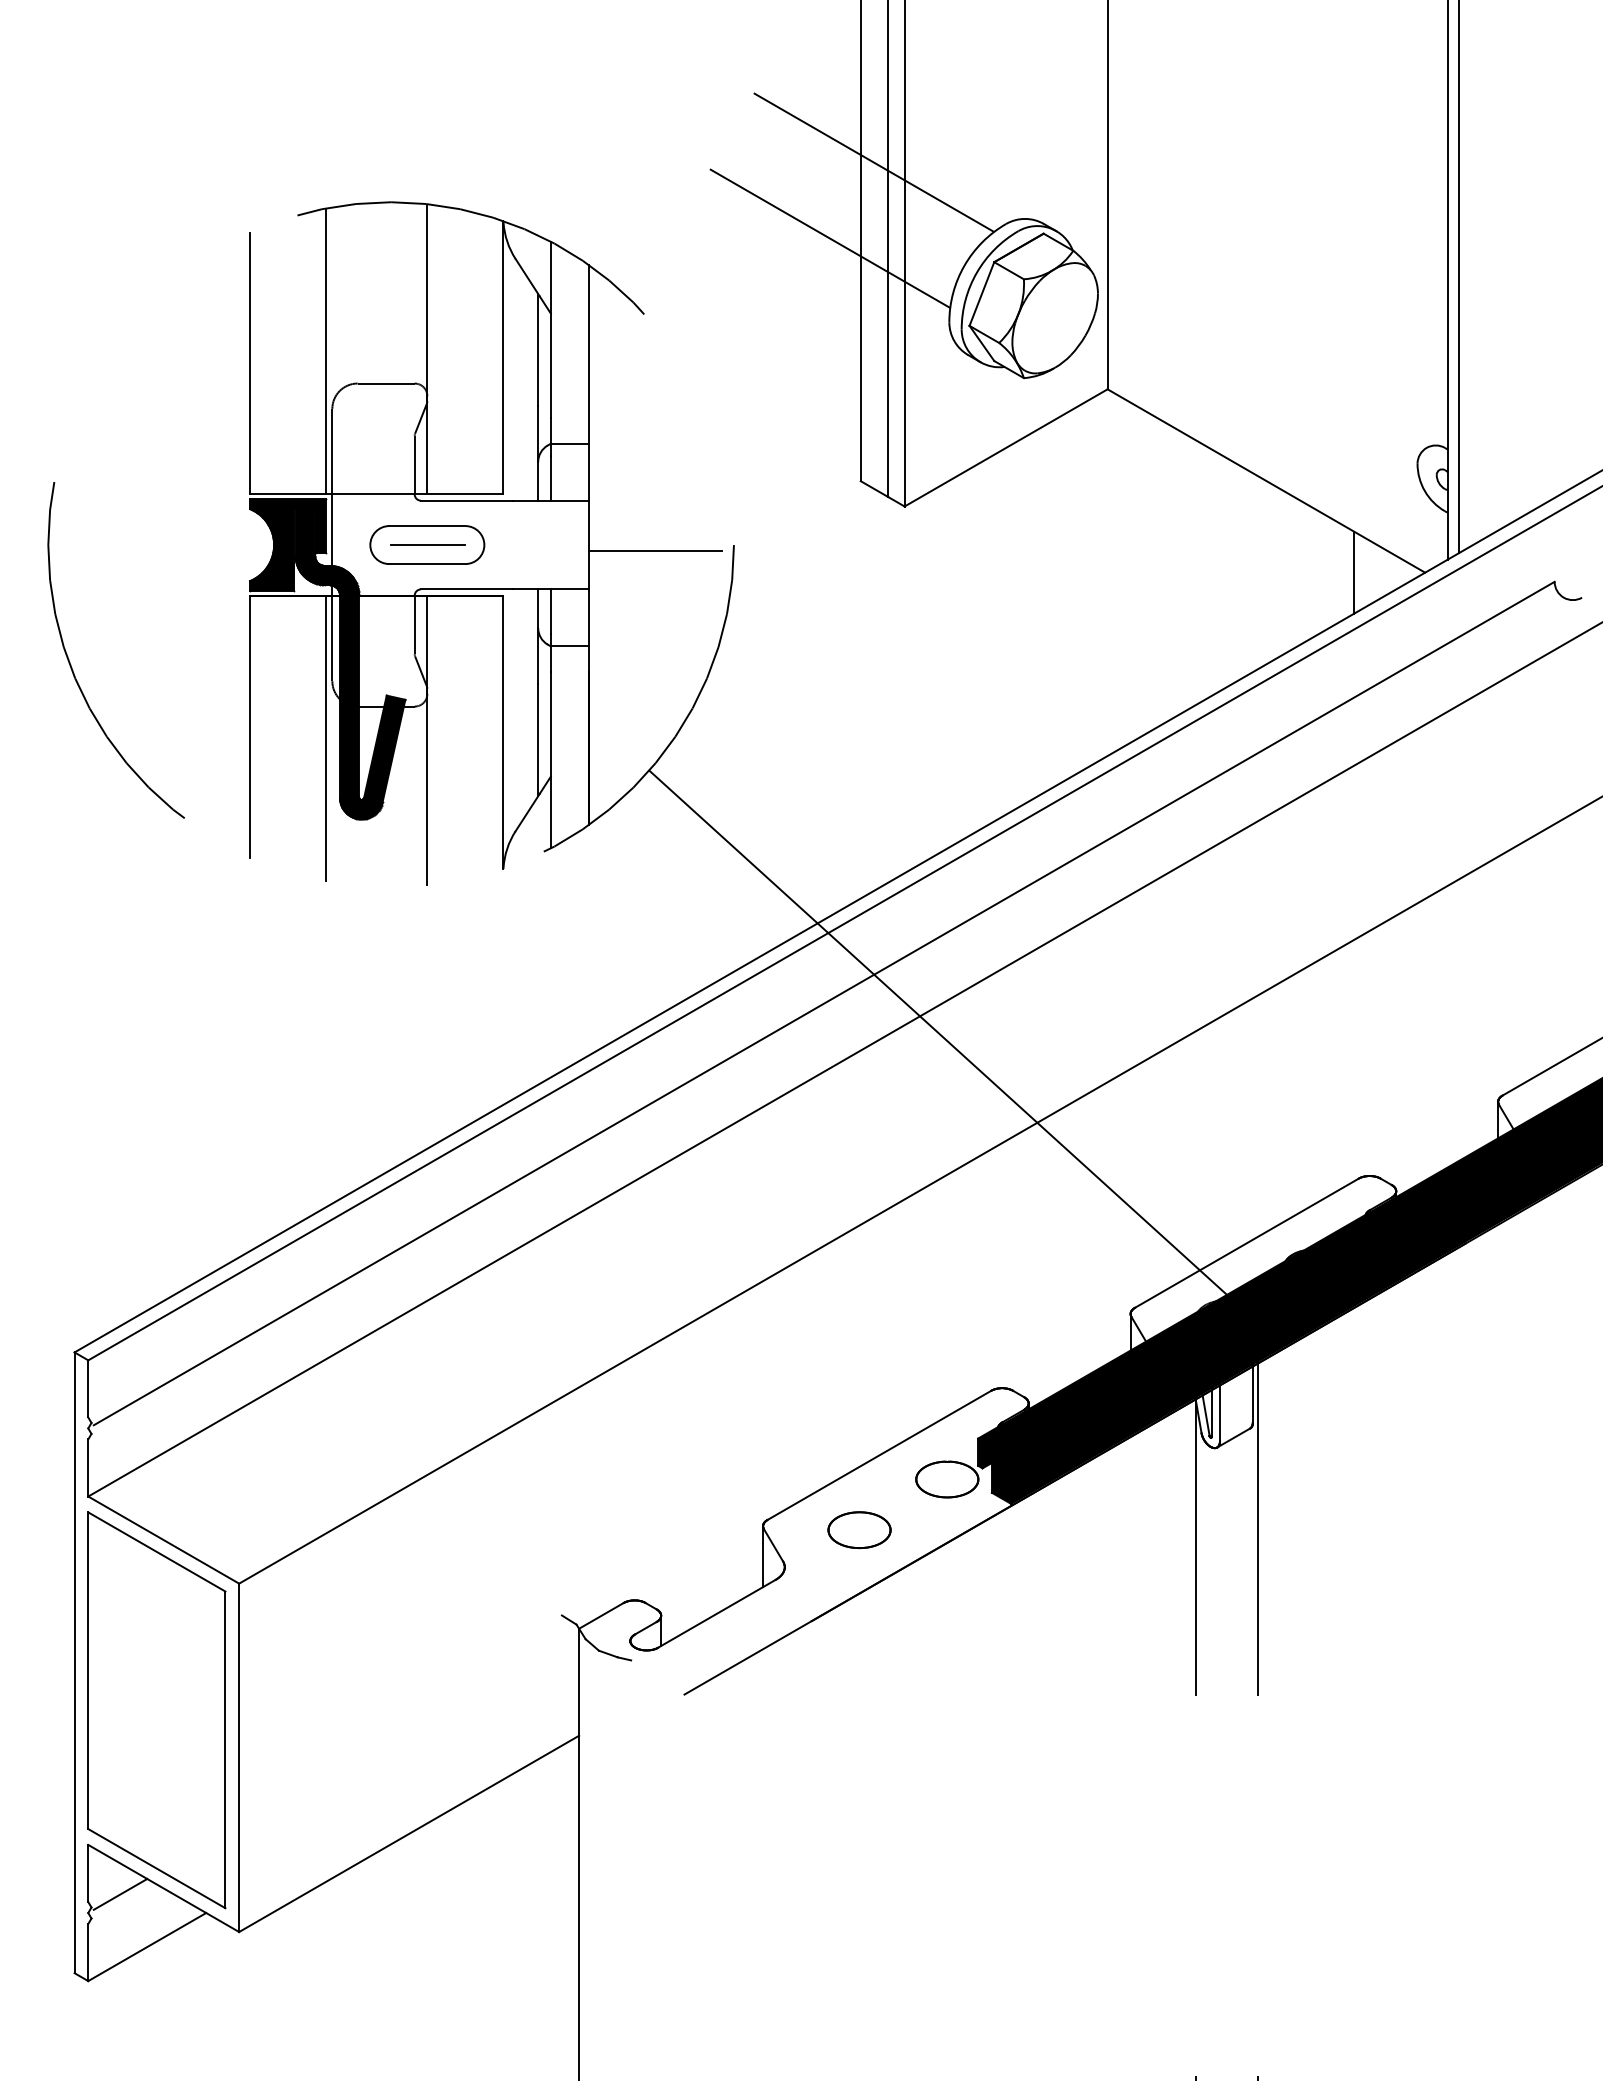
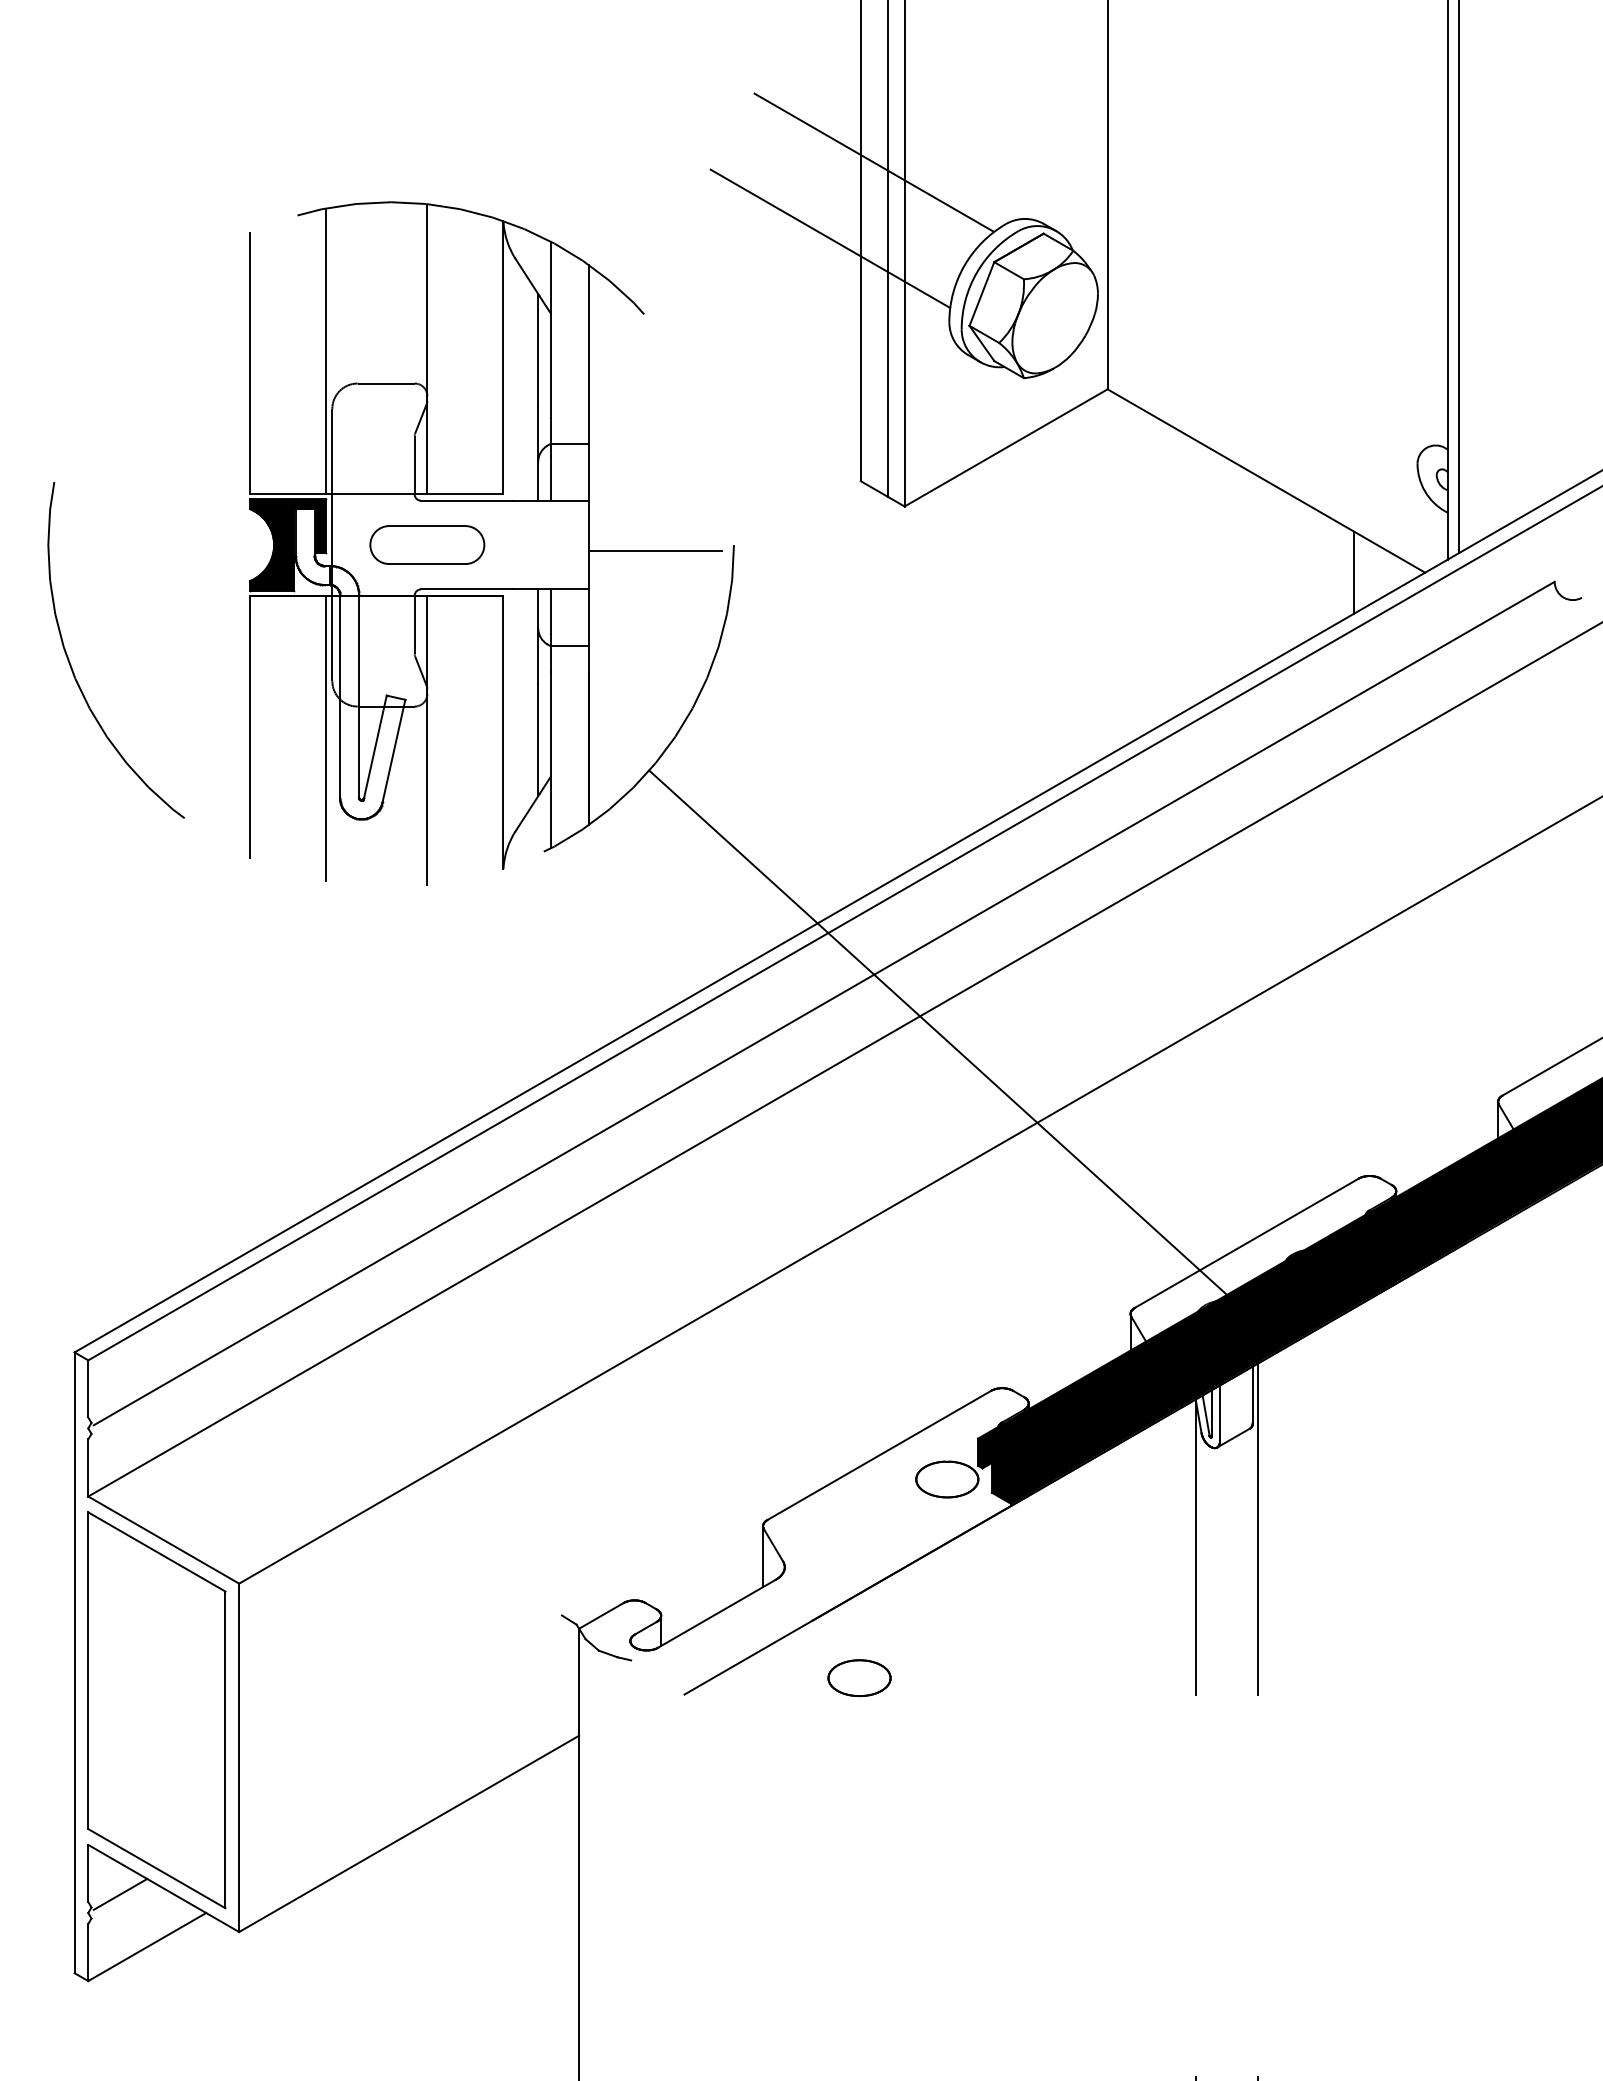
line at (428, 545): present -> none
fill at (350, 663): present -> none
part at (859, 1530) position: (859, 1530) -> (859, 1678)
